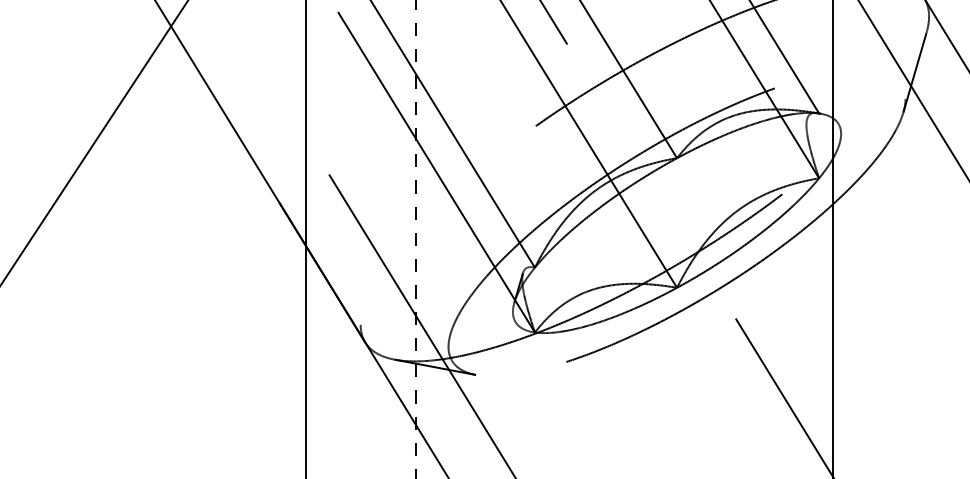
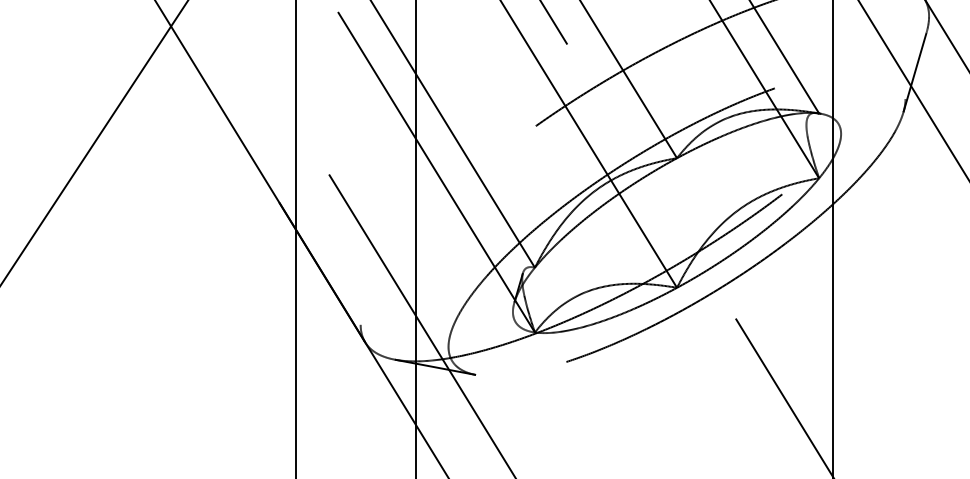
line at (306, 238) position: (306, 238) -> (296, 238)
line at (416, 239): dashed -> solid
